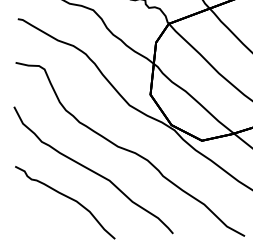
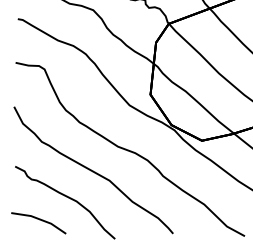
part at (38, 223): none -> present
